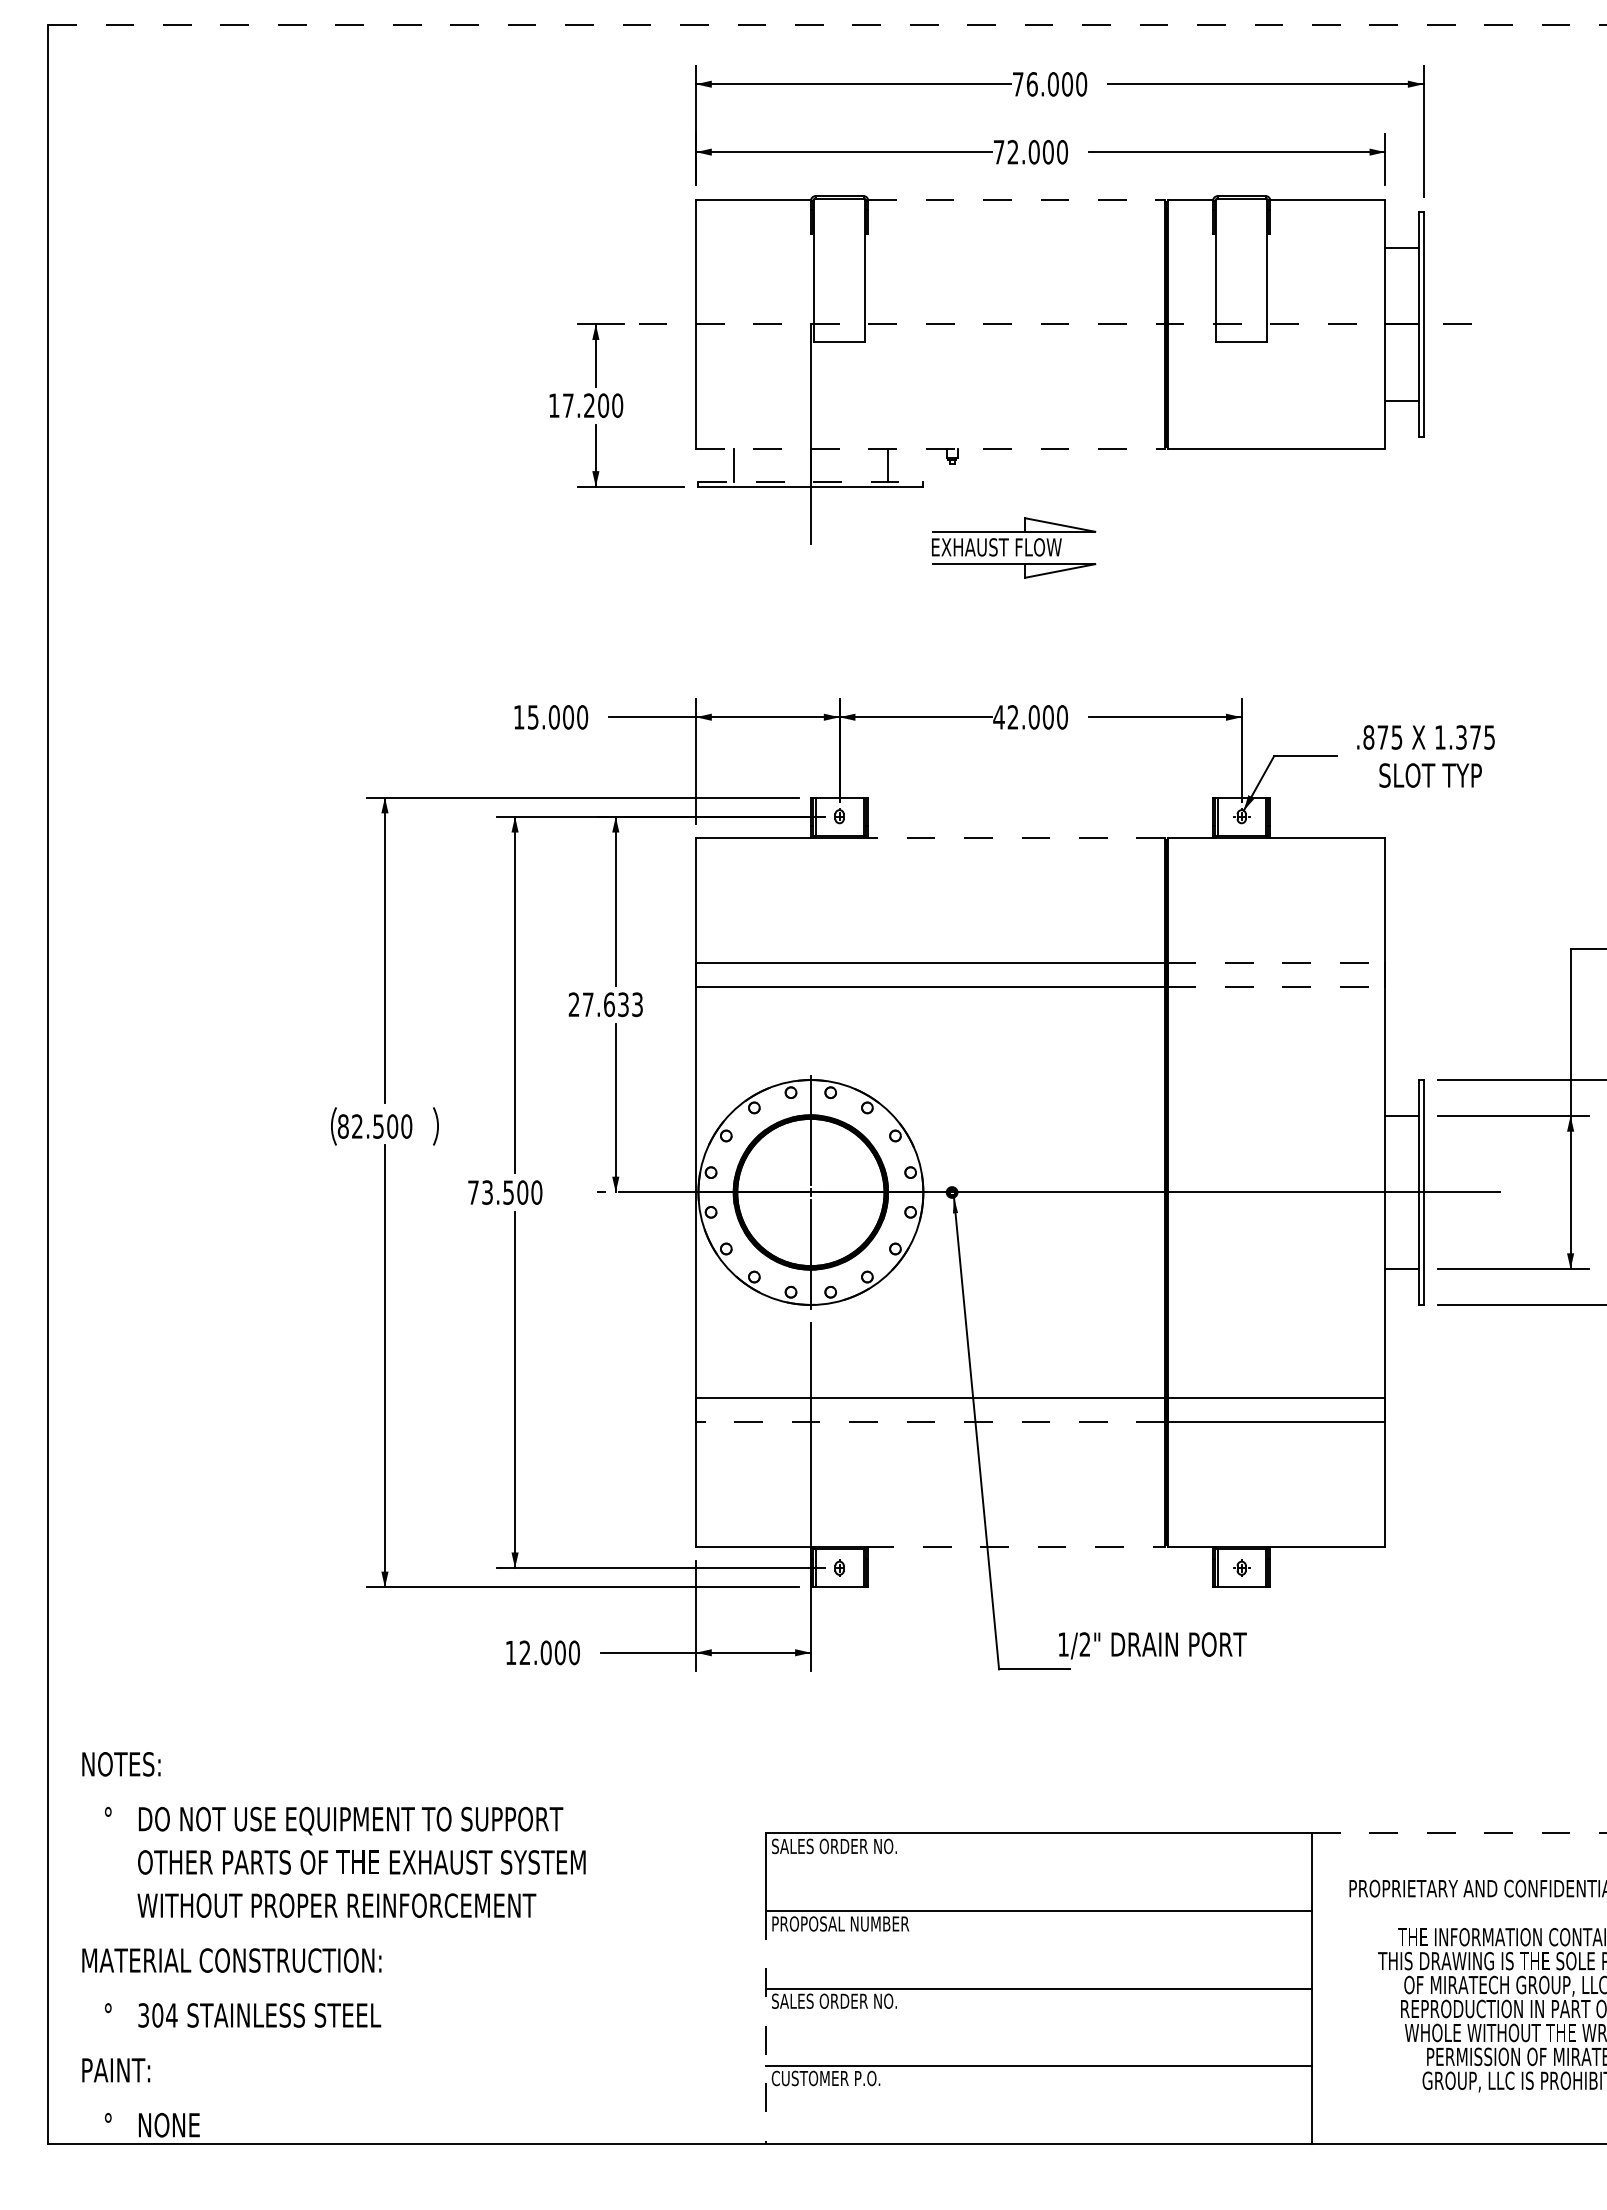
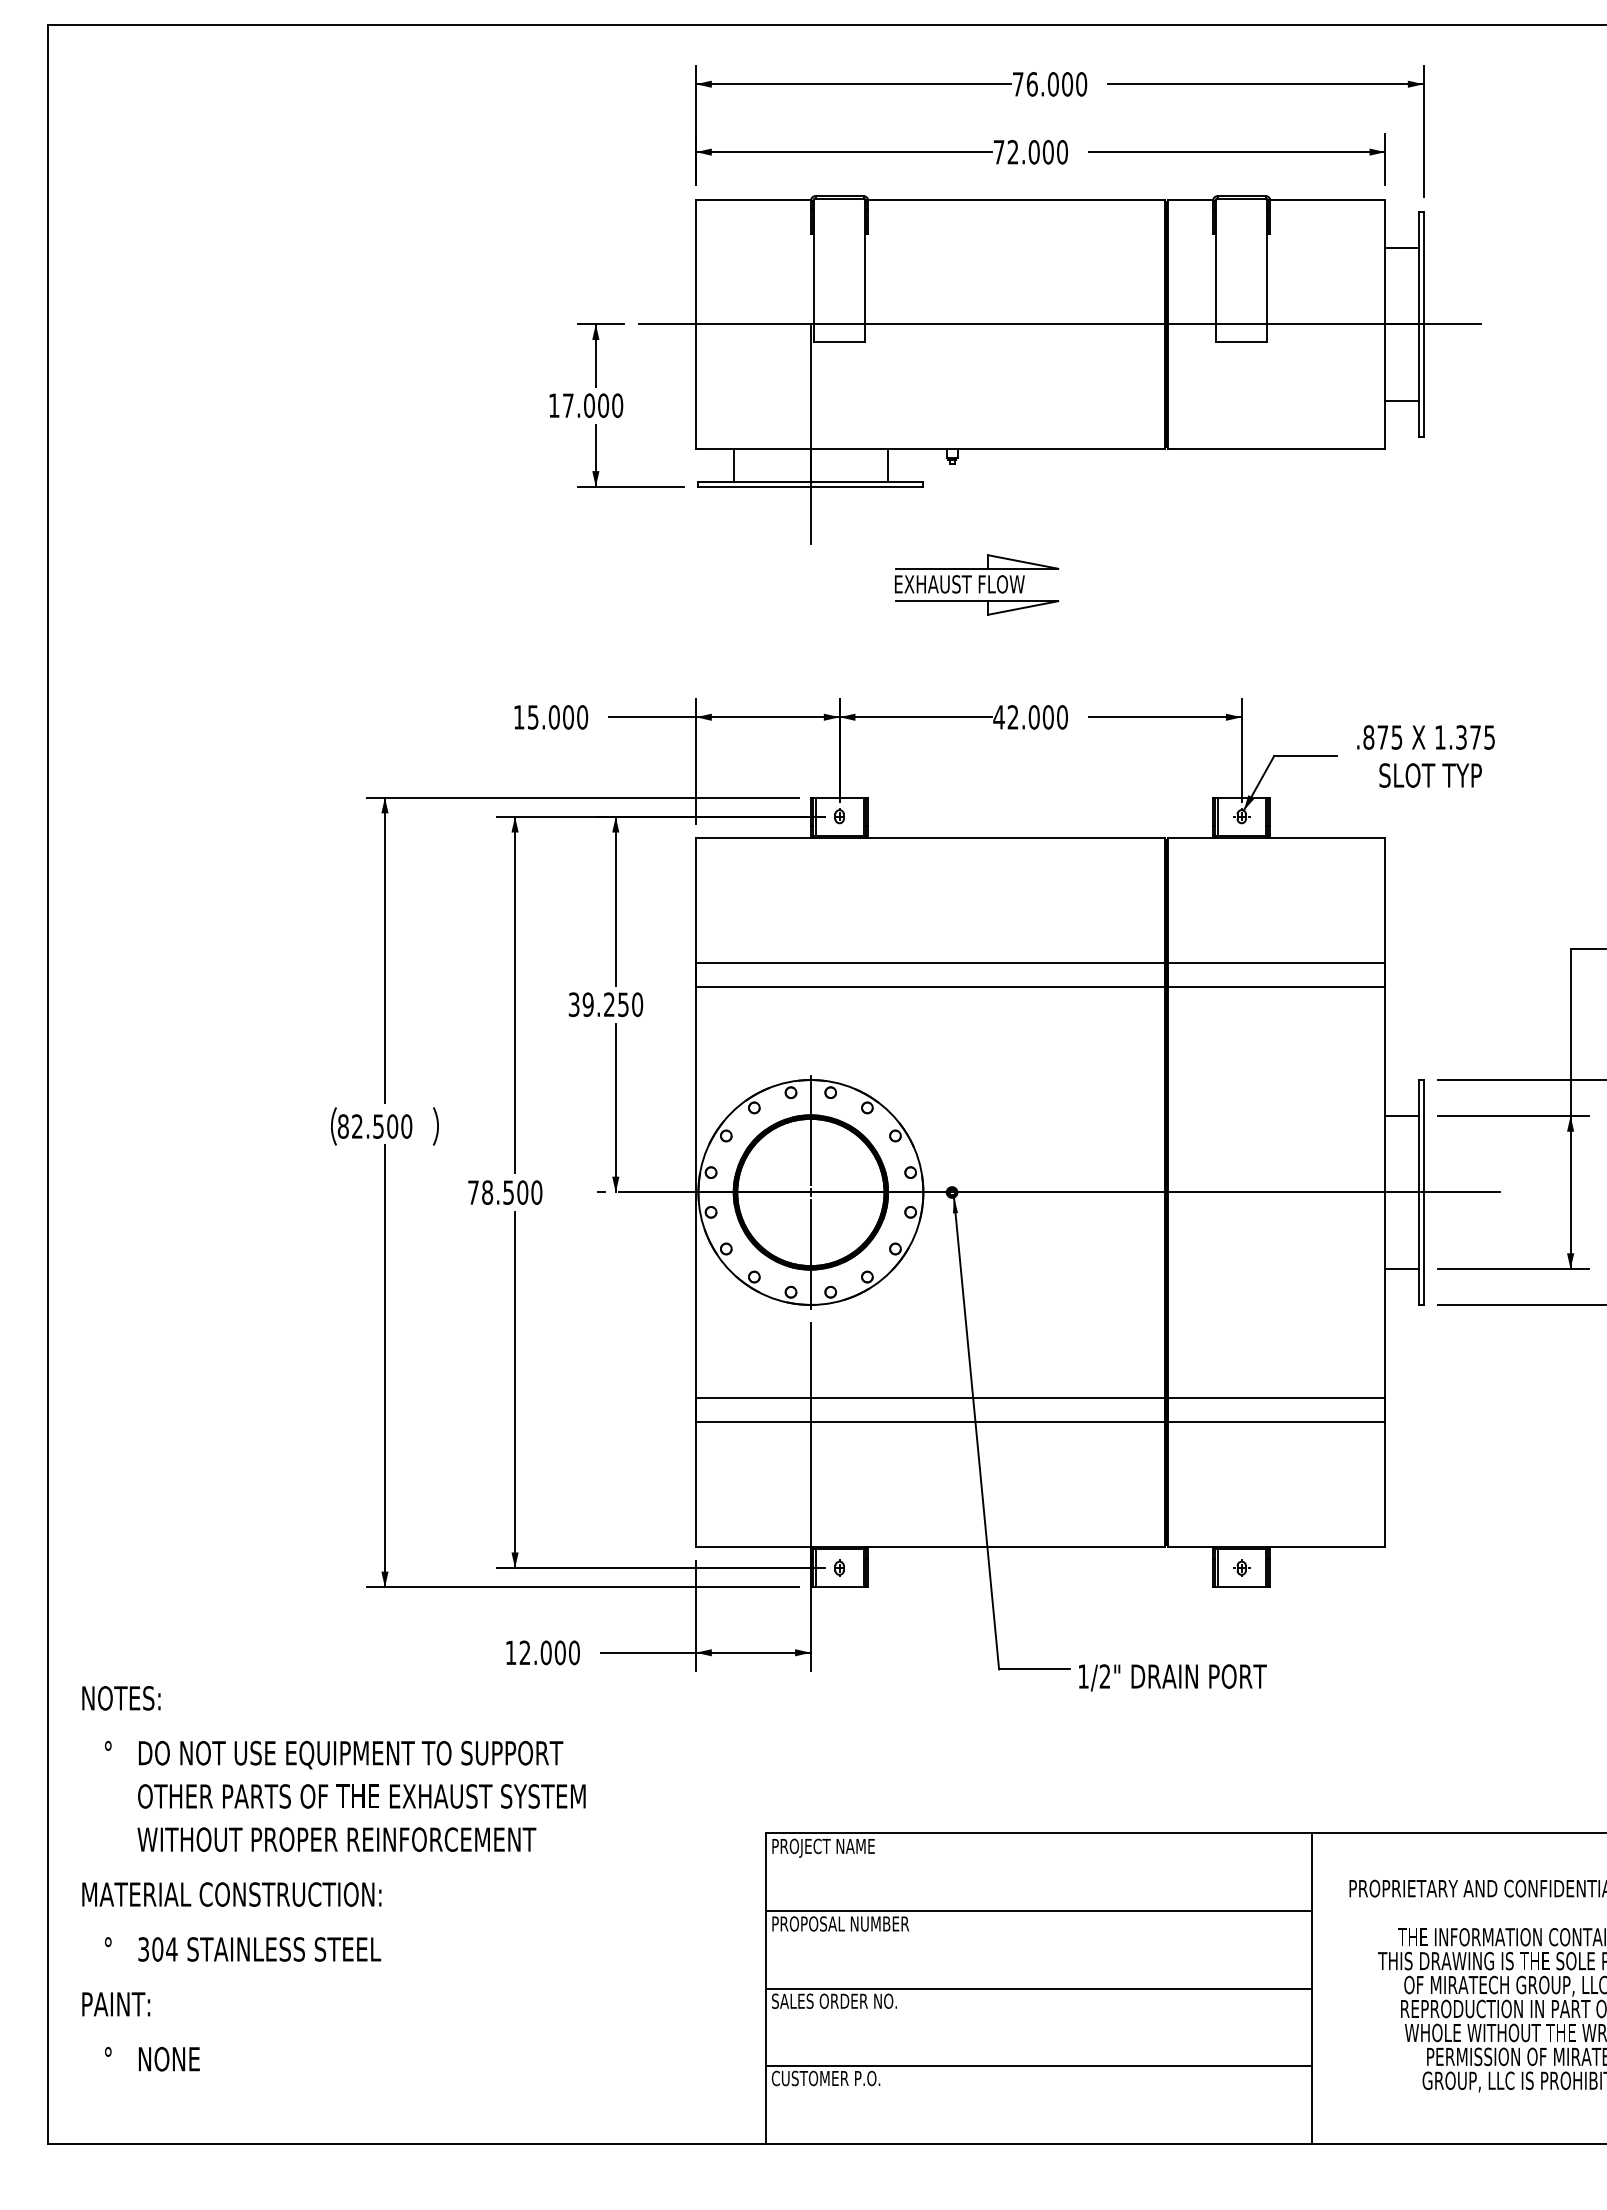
line at (827, 25): dashed -> solid
line at (1017, 199): dashed -> solid
line at (1060, 324): dashed -> solid
text at (589, 405): 17.200 -> 17.000
line at (930, 448): dashed -> solid
line at (811, 482): dashed -> solid
part at (1014, 547) position: (1014, 547) -> (977, 584)
line at (1015, 838): dashed -> solid
line at (1276, 962): dashed -> solid
line at (1276, 986): dashed -> solid
text at (605, 1004): 27.633 -> 39.250
text at (487, 1192): 73.500 -> 78.500
line at (930, 1422): dashed -> solid
line at (1015, 1546): dashed -> solid
text at (1152, 1645) position: (1152, 1645) -> (1172, 1677)
line at (1458, 1833): dashed -> solid
text at (834, 1847): SALES ORDER NO. -> PROJECT NAME
text at (333, 1944) position: (333, 1944) -> (333, 1878)
line at (766, 2027): dashed -> solid
